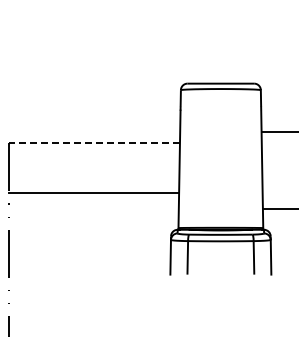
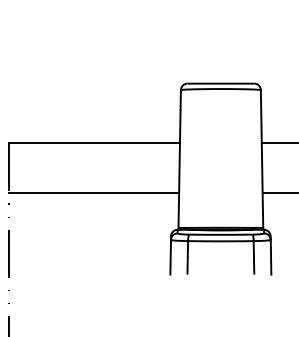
line at (278, 132) position: (278, 132) -> (278, 143)
line at (94, 143): dashed -> solid
line at (278, 209) position: (278, 209) -> (278, 193)
